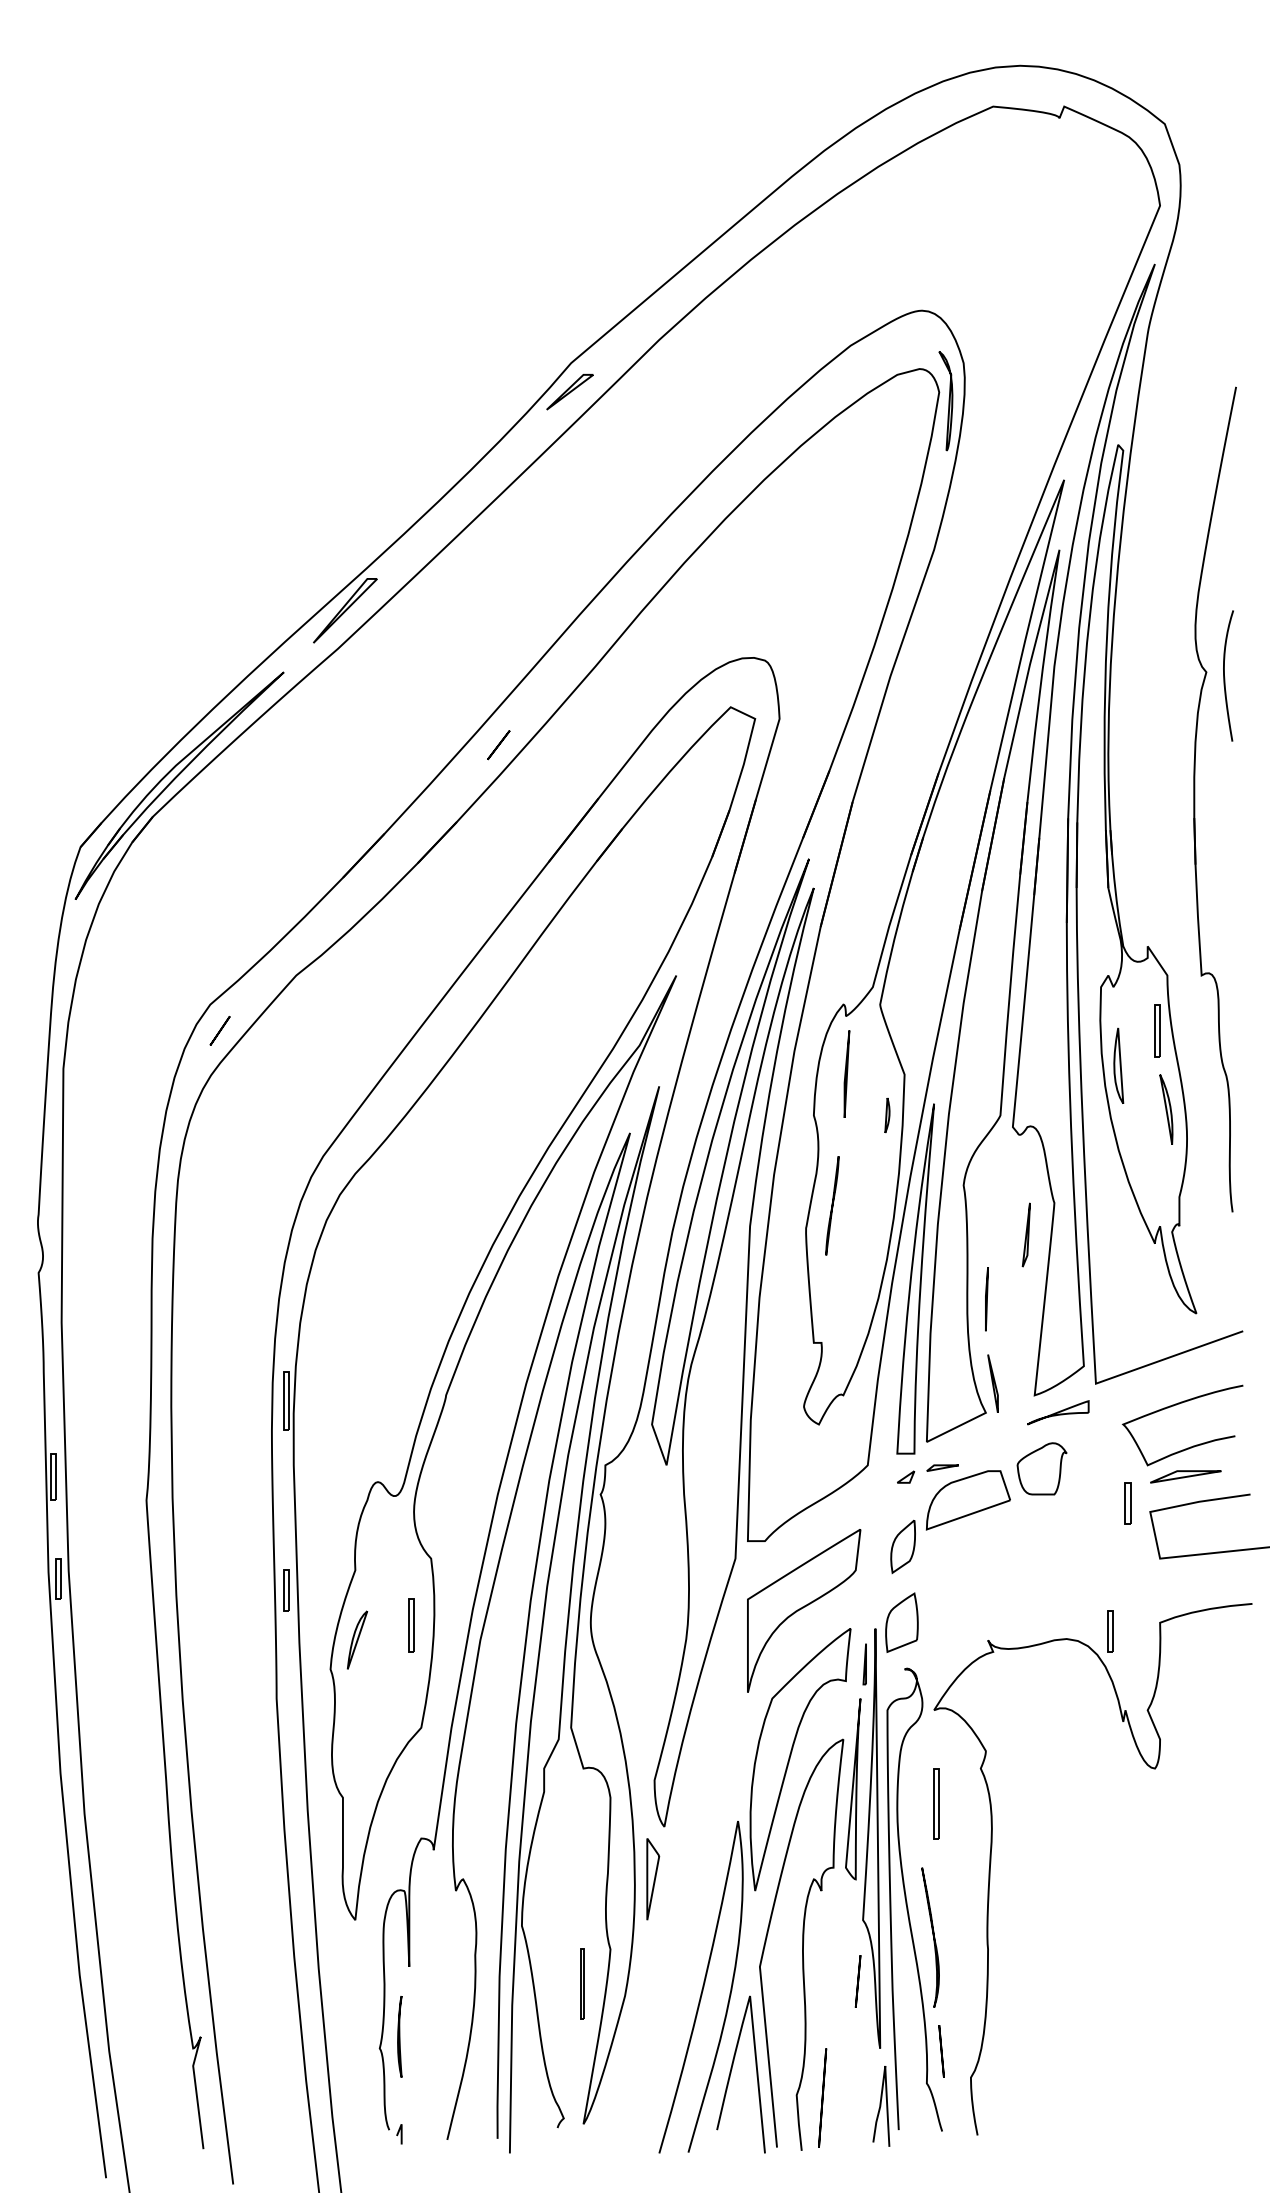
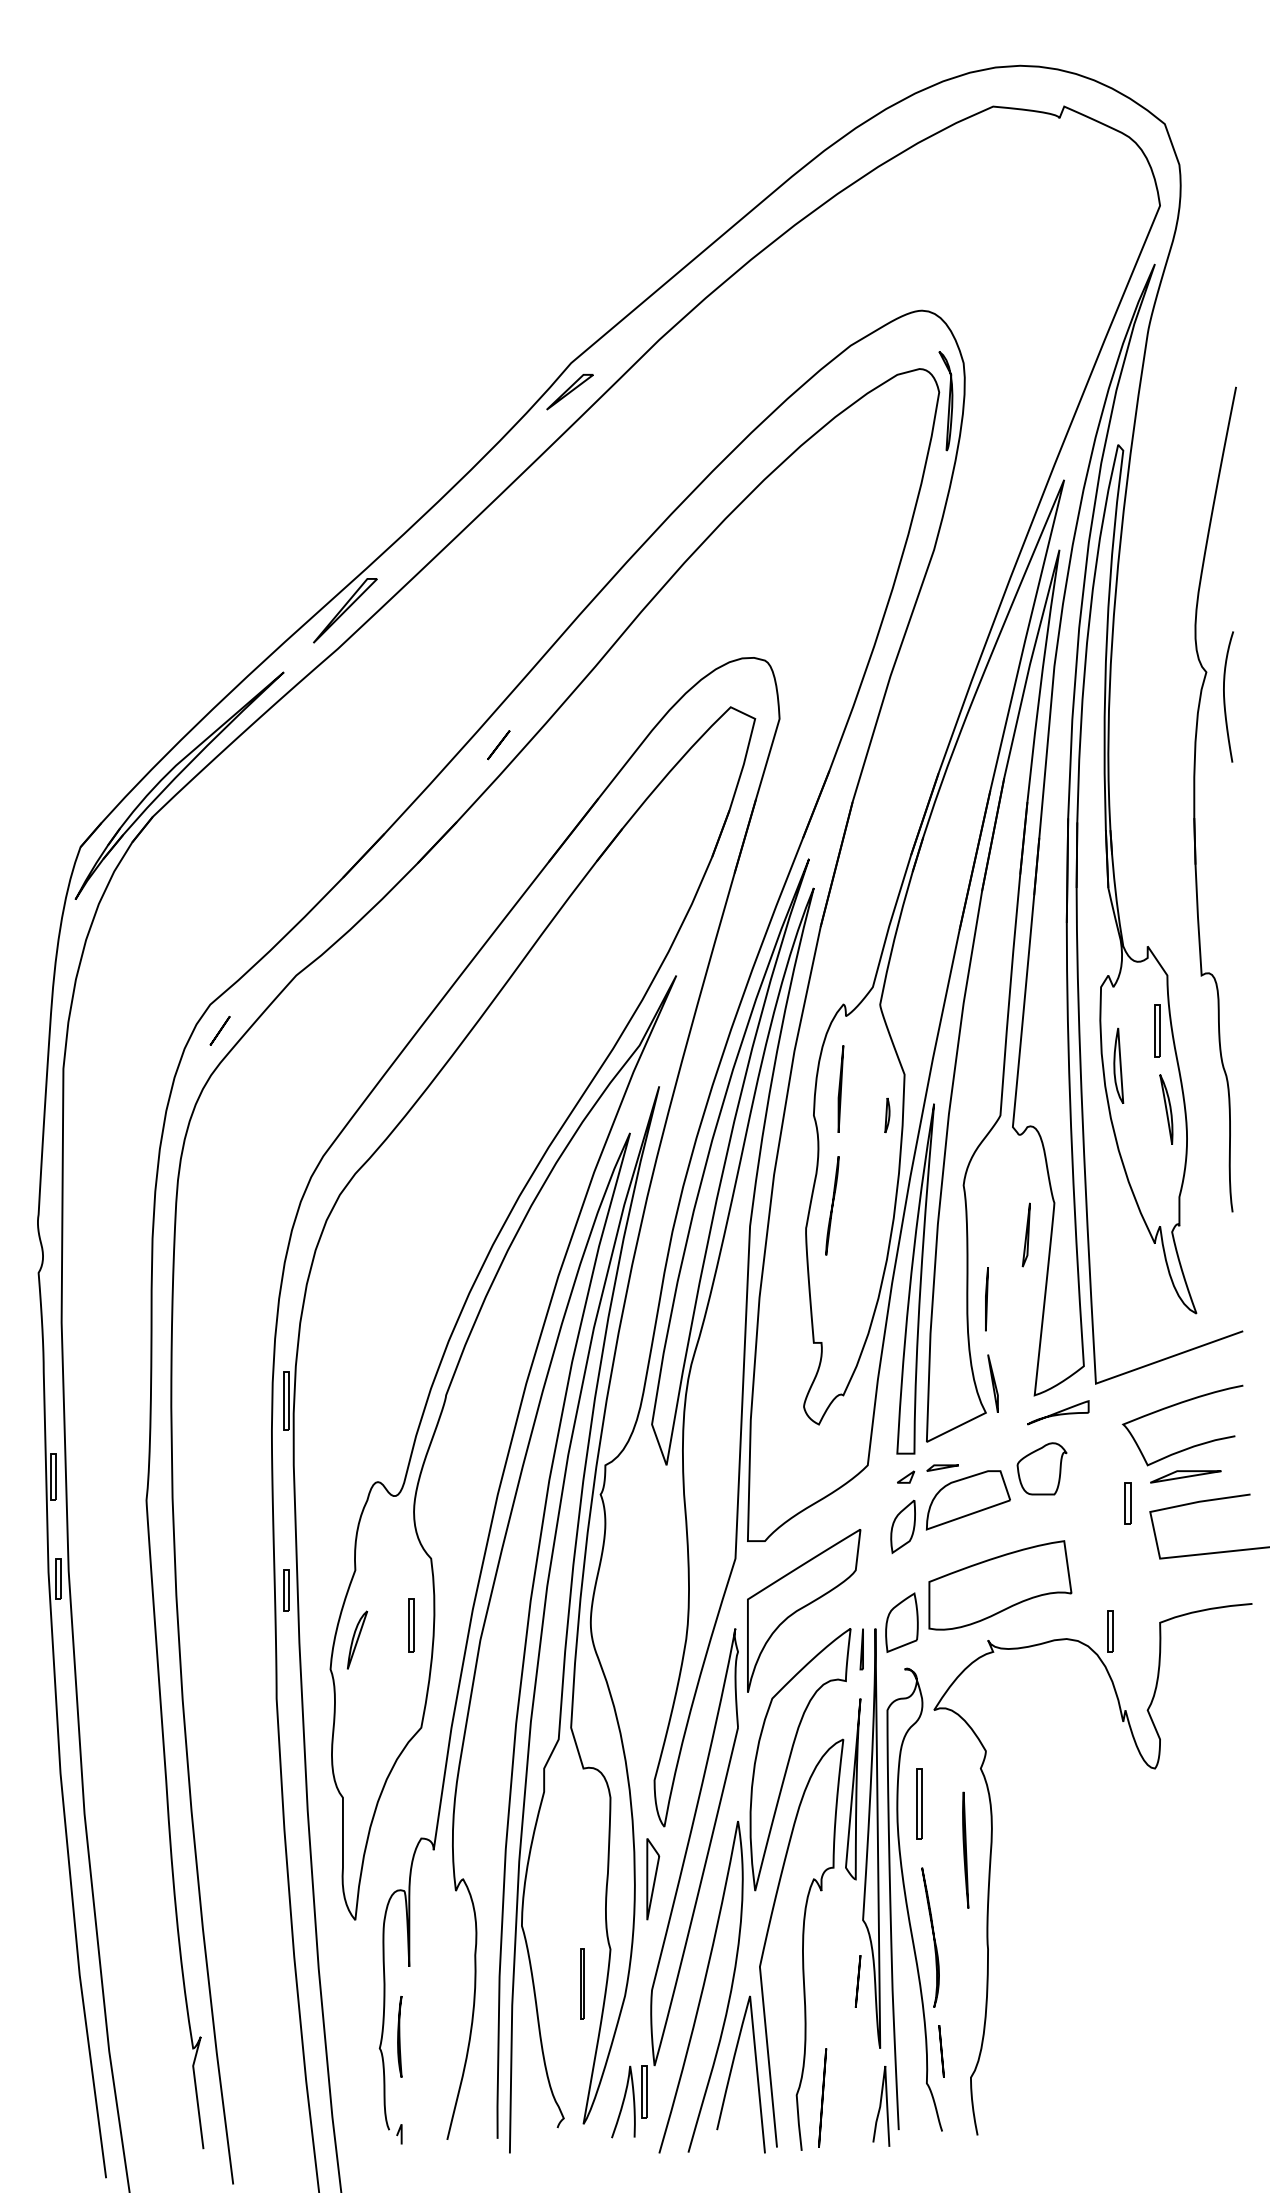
curve at (1225, 677) position: (1225, 677) -> (1225, 698)
part at (846, 1073) position: (846, 1073) -> (840, 1088)
part at (902, 1546) position: (902, 1546) -> (902, 1526)
part at (1000, 1585): none -> present
line at (864, 1664) position: (864, 1664) -> (861, 1649)
part at (936, 1803) position: (936, 1803) -> (919, 1803)
part at (965, 1849): none -> present
part at (674, 1883): none -> present
